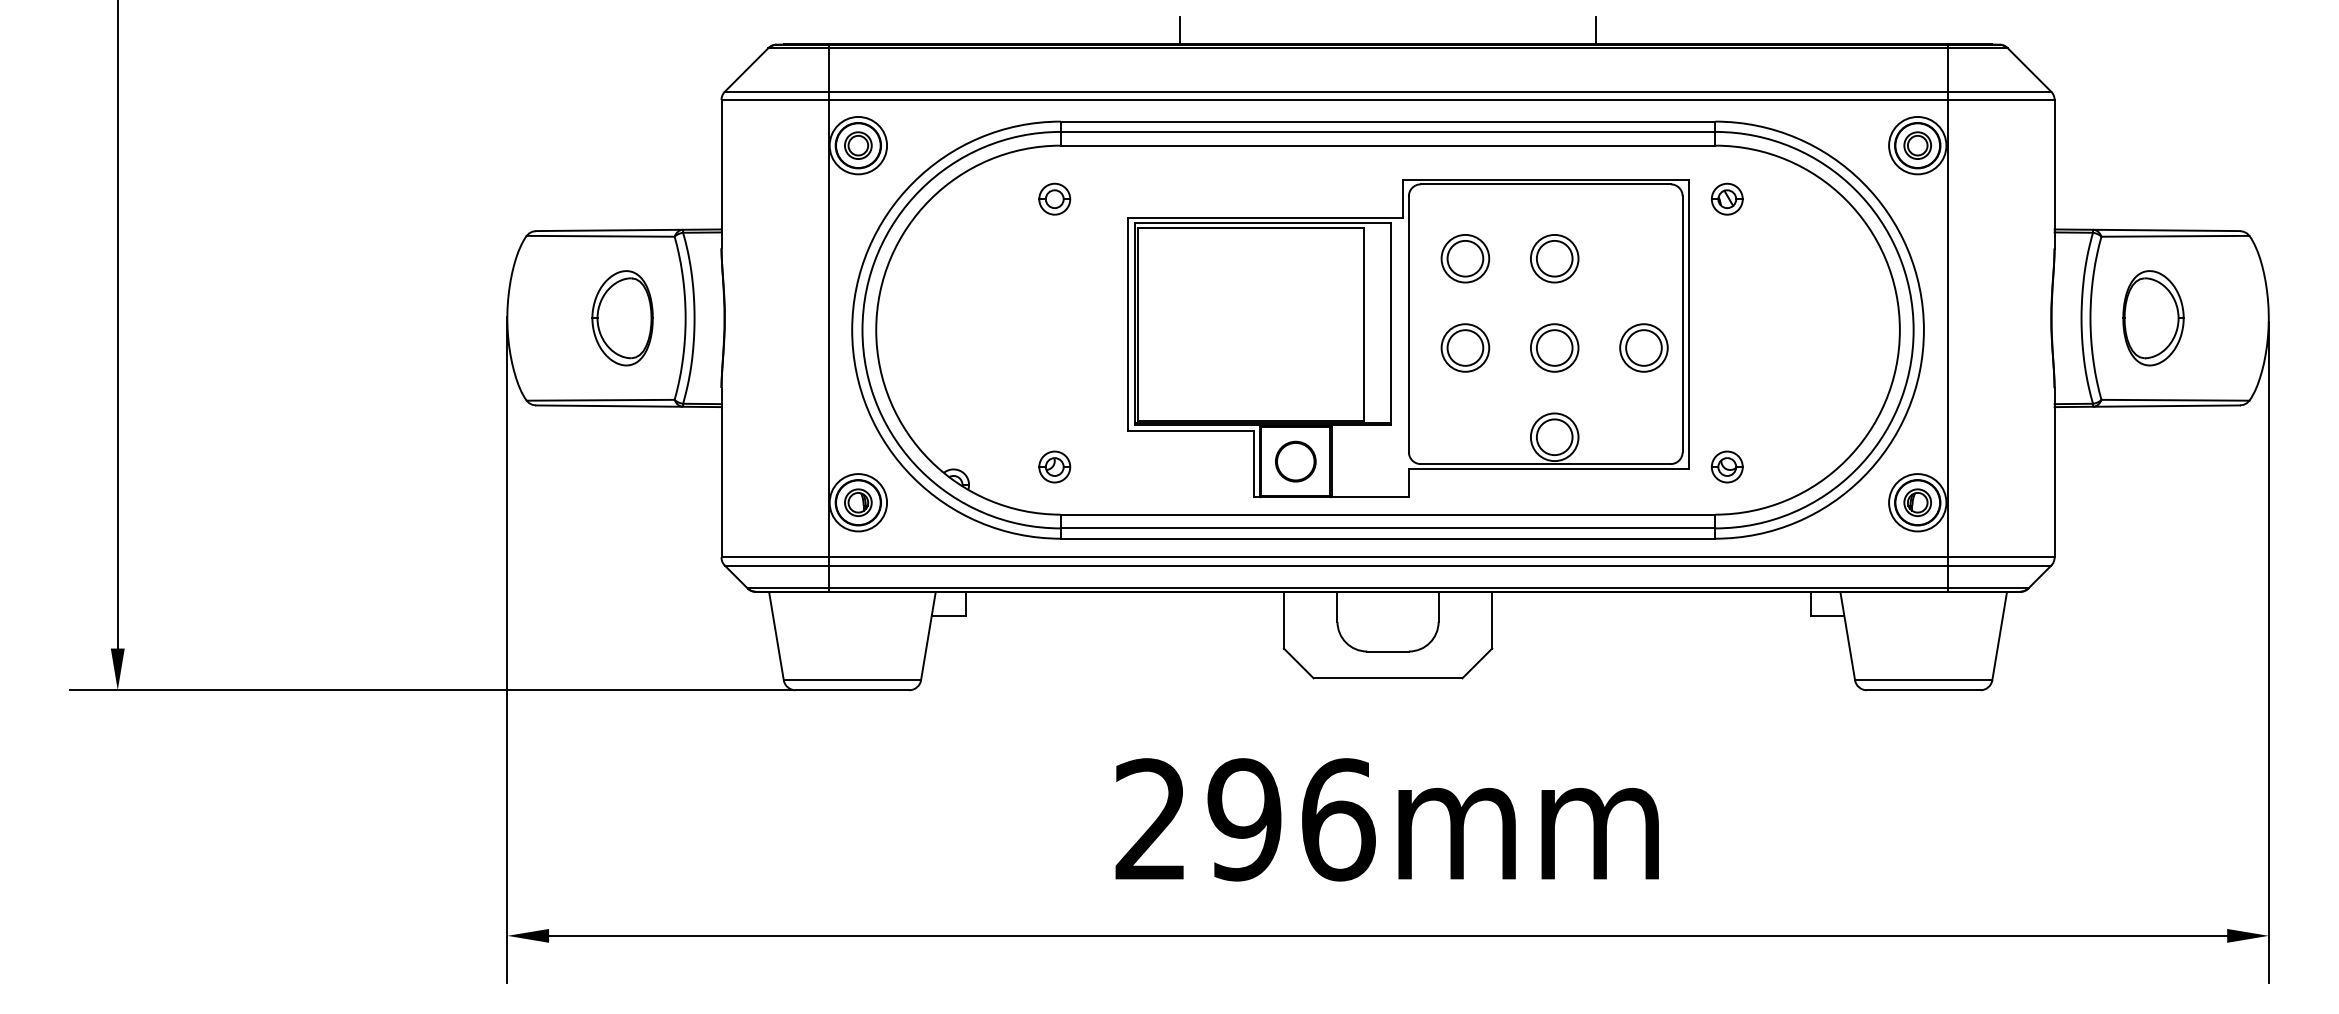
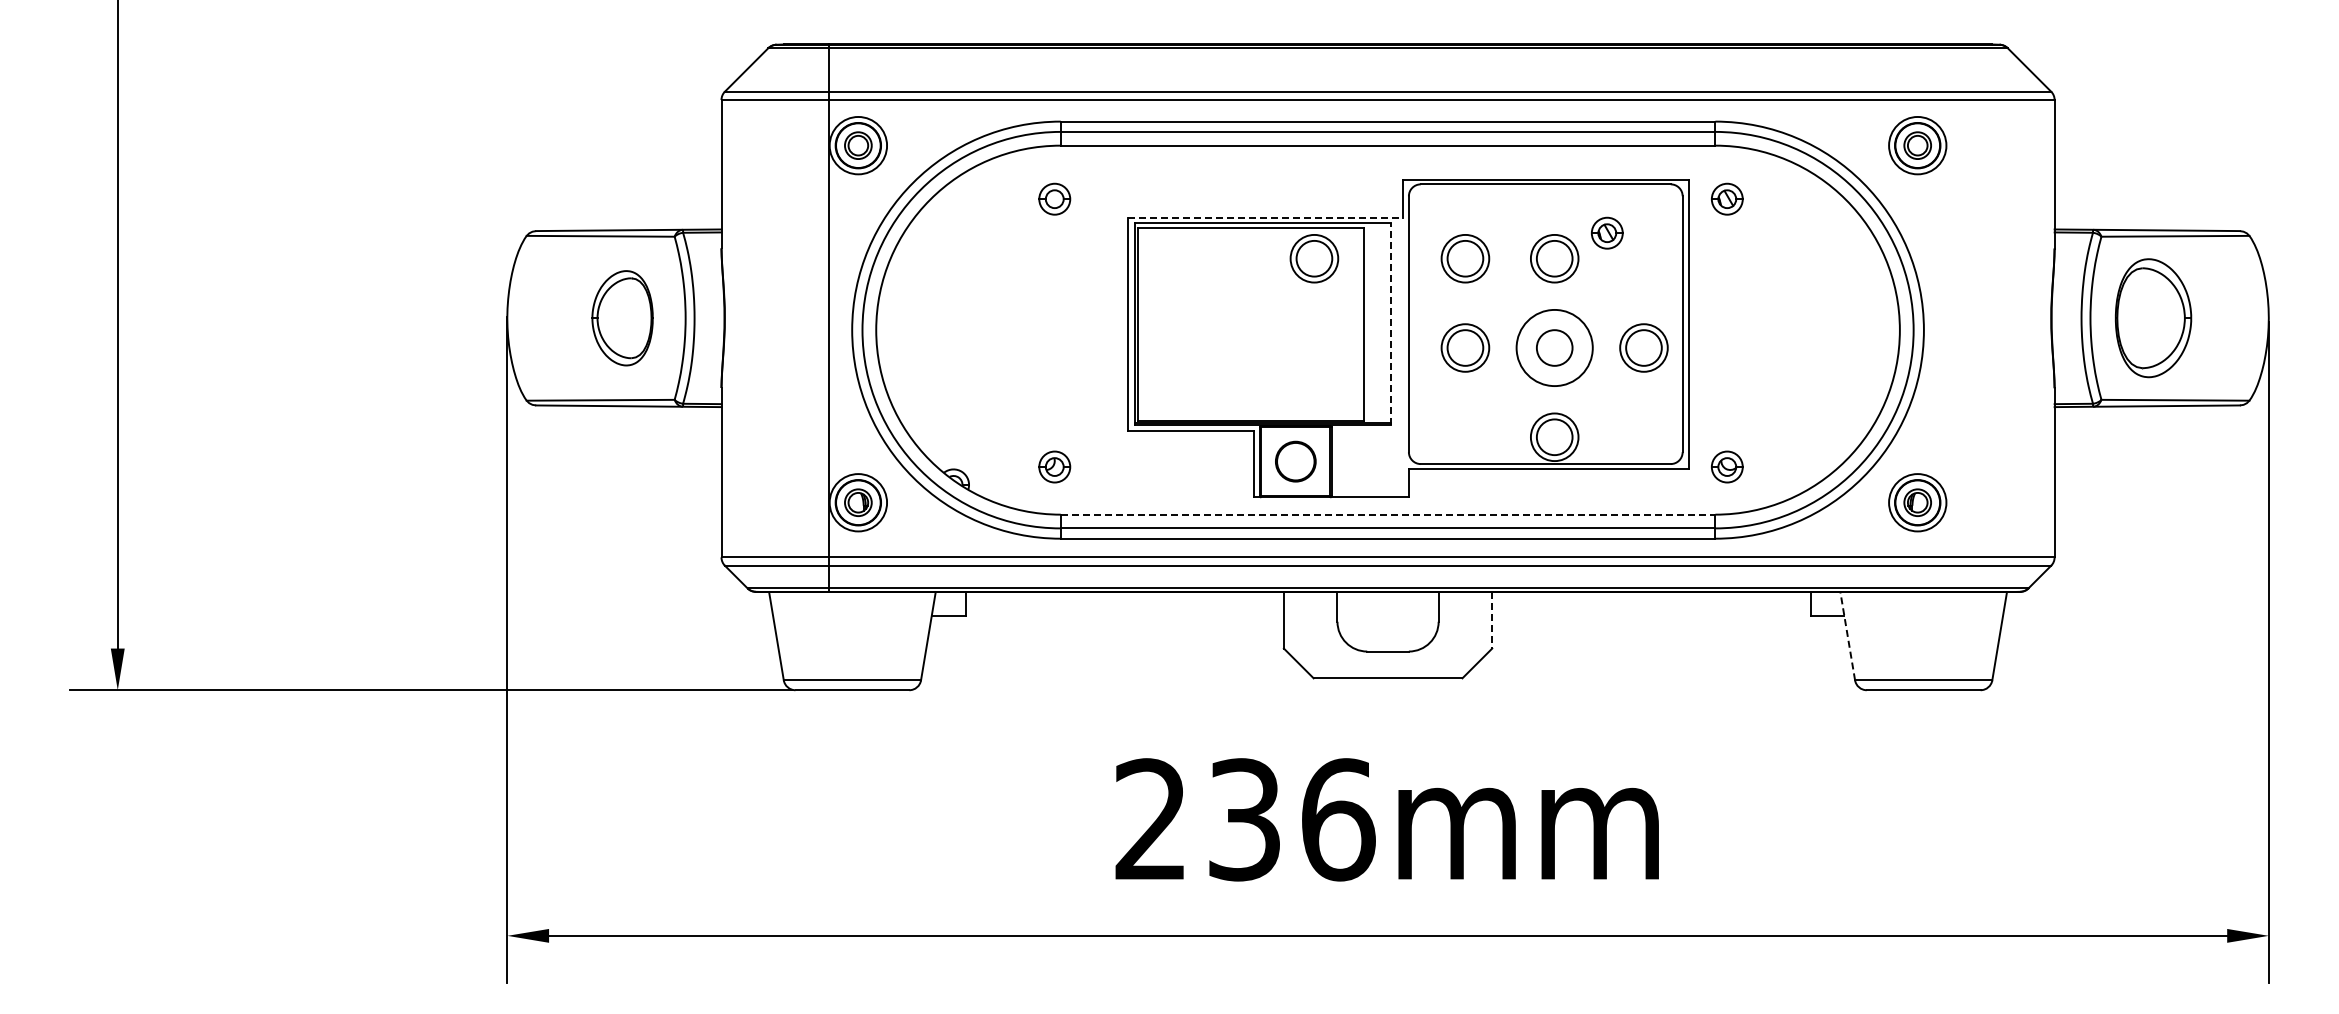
line at (1179, 30): present -> none
line at (1596, 30): present -> none
line at (1265, 217): solid -> dashed
part at (1607, 232): none -> present
part at (1314, 258): none -> present
line at (1947, 318): present -> none
part at (2153, 318) size: 63x97 px -> 79x121 px
line at (1391, 323): solid -> dashed
circle at (1554, 347) diameter: 48 px -> 76 px
line at (1388, 514): solid -> dashed
line at (1492, 620): solid -> dashed
line at (1847, 636): solid -> dashed
text at (1244, 819): 296mm -> 236mm
